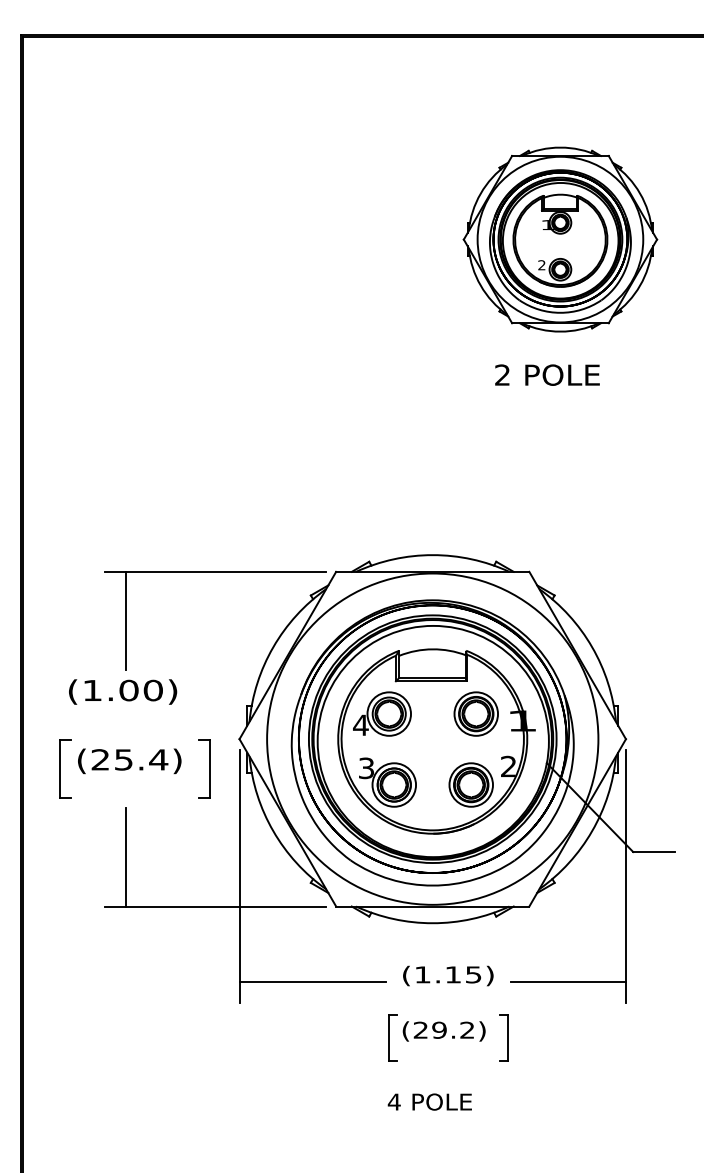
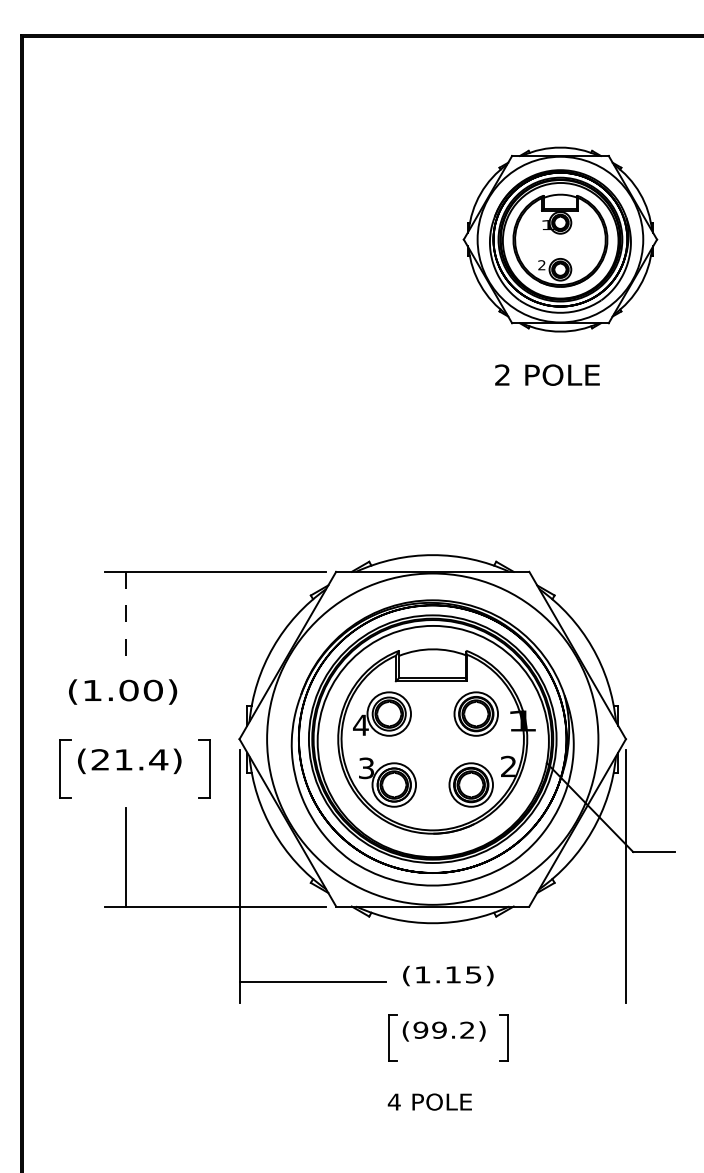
line at (125, 621): solid -> dashed
text at (123, 759): (25.4) -> (21.4)
line at (568, 982): present -> none
text at (420, 1029): (29.2) -> (99.2)
